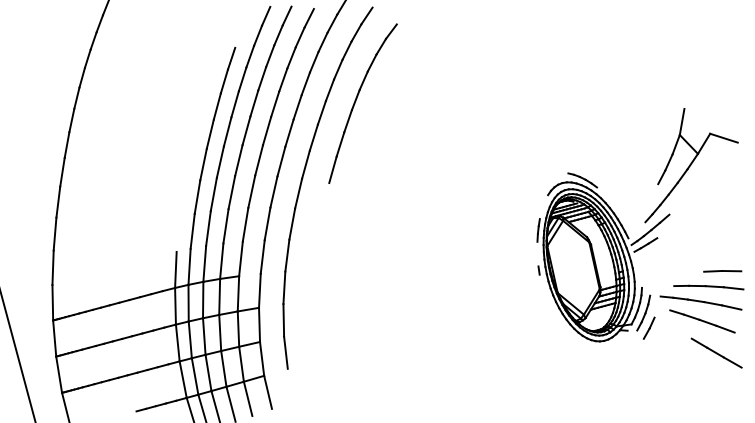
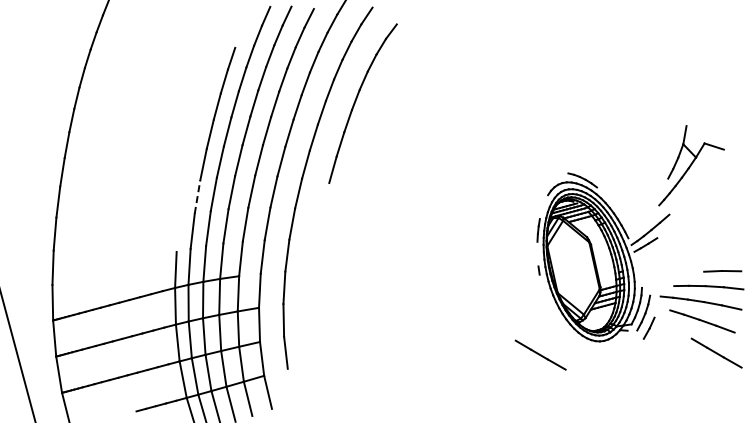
part at (691, 165) size: 95x116 px -> 67x82 px
line at (197, 197): solid -> dashed
line at (540, 354): none -> present
